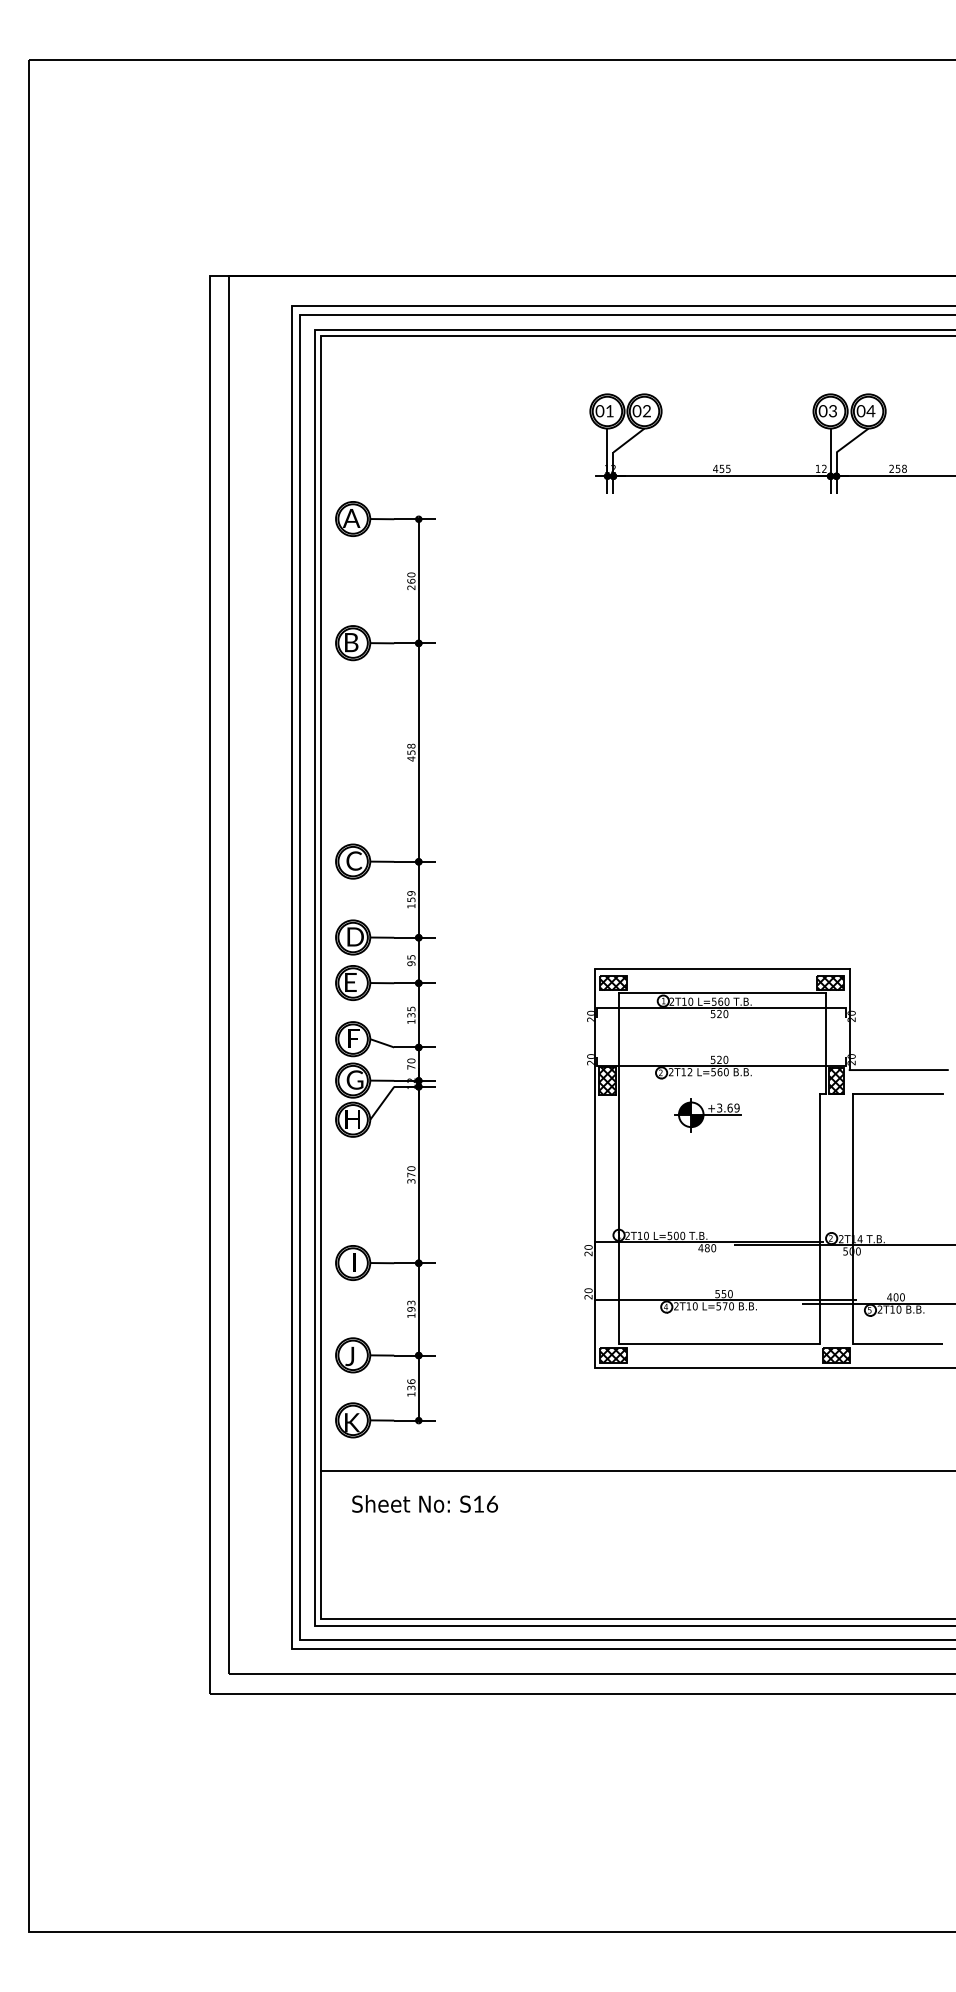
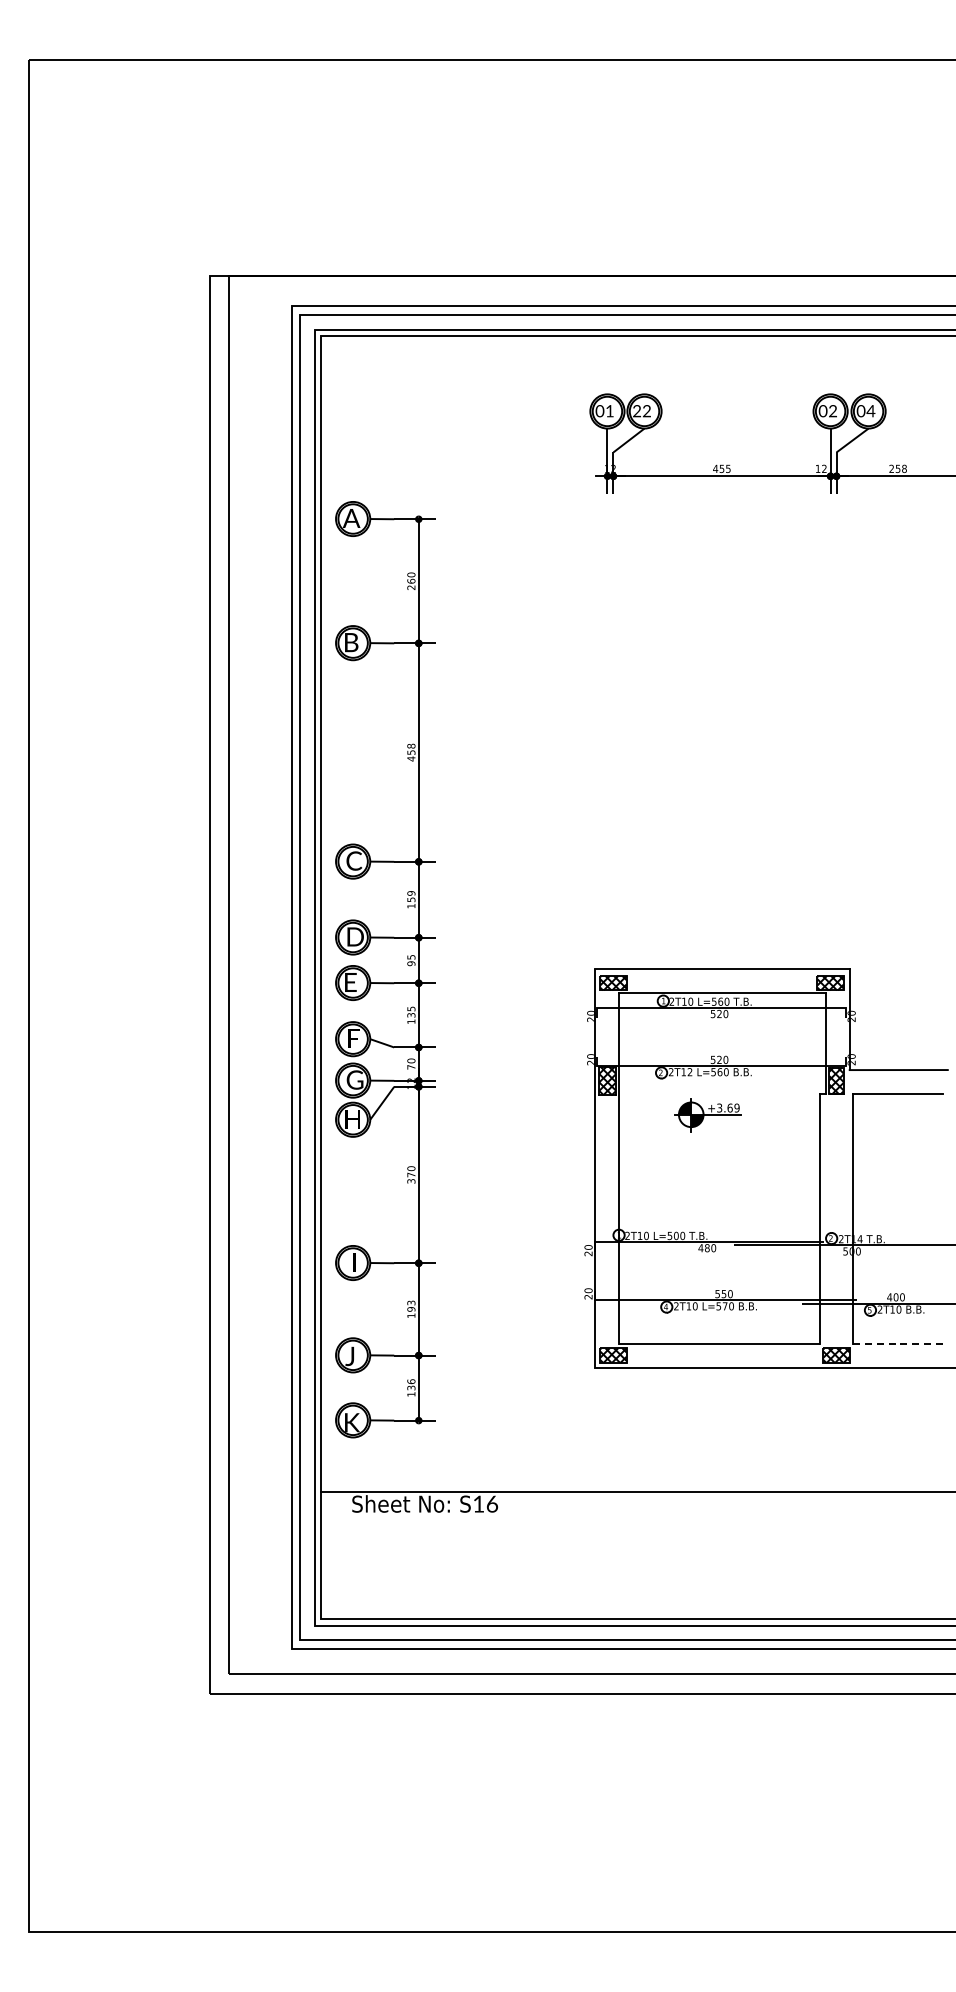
text at (636, 411): 02 -> 22
text at (832, 413): 03 -> 02
line at (898, 1343): solid -> dashed
line at (636, 1471) position: (636, 1471) -> (636, 1492)
